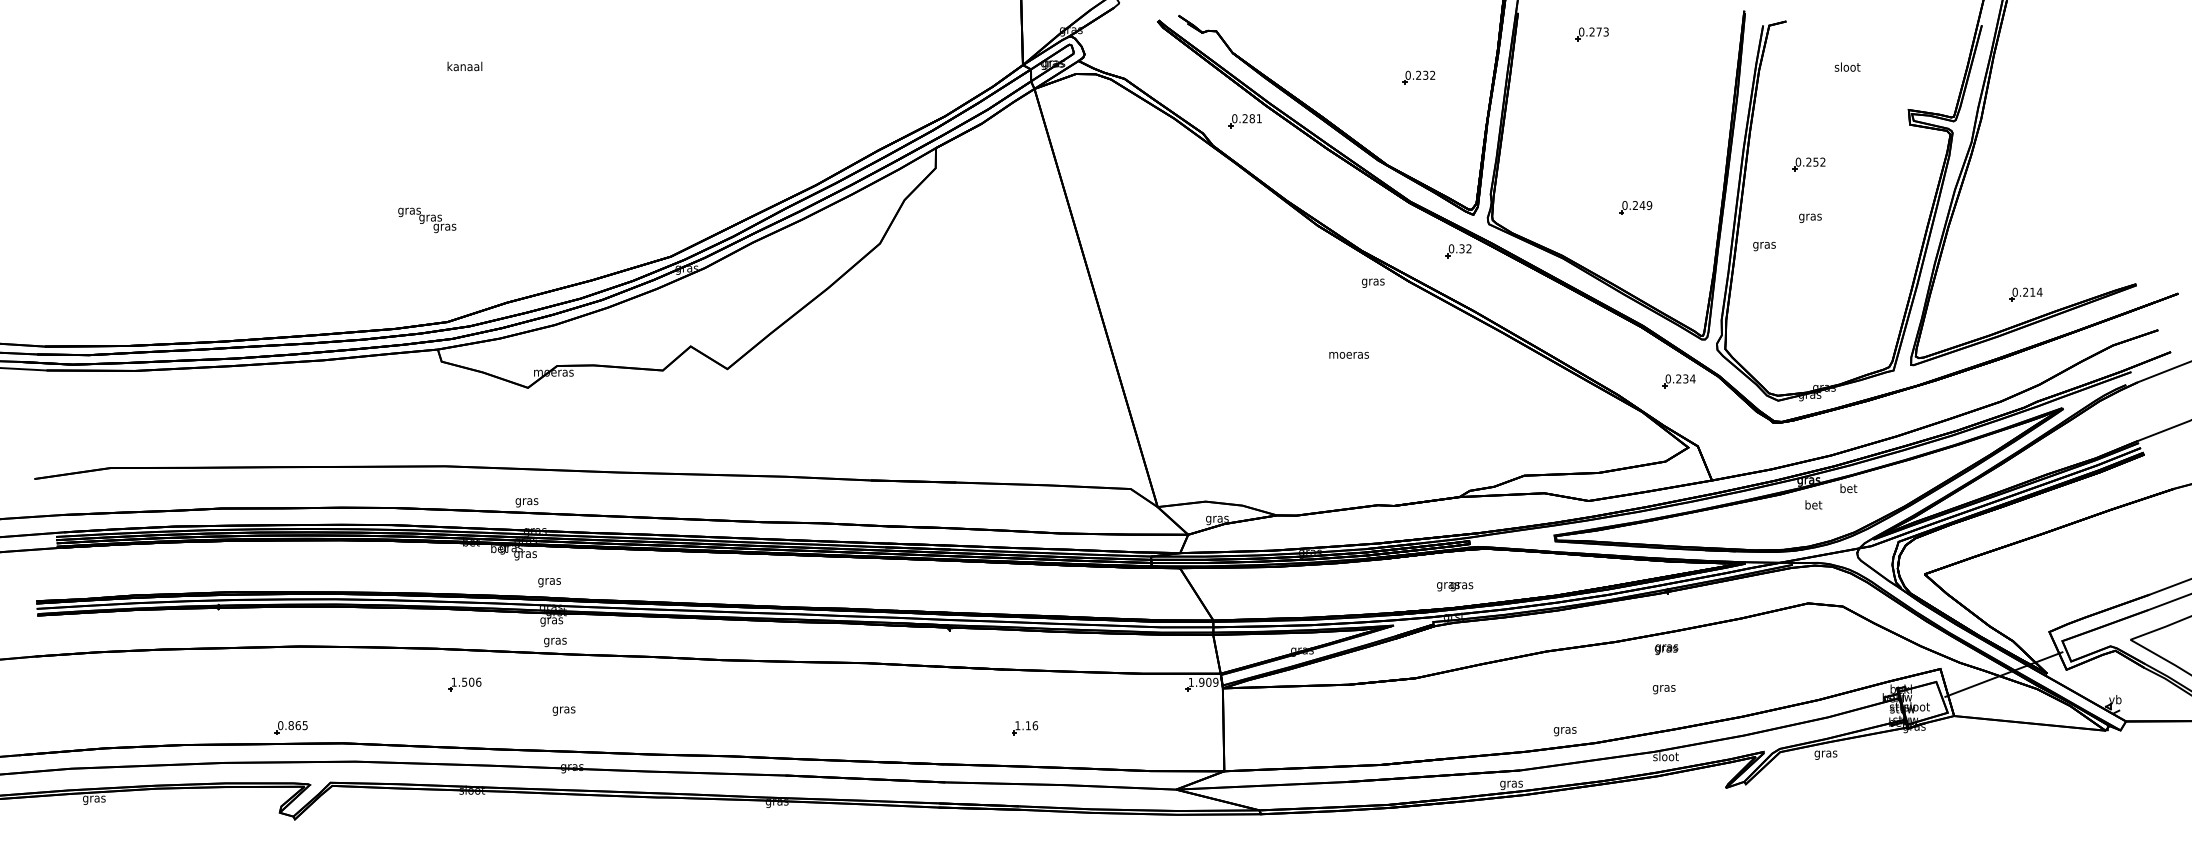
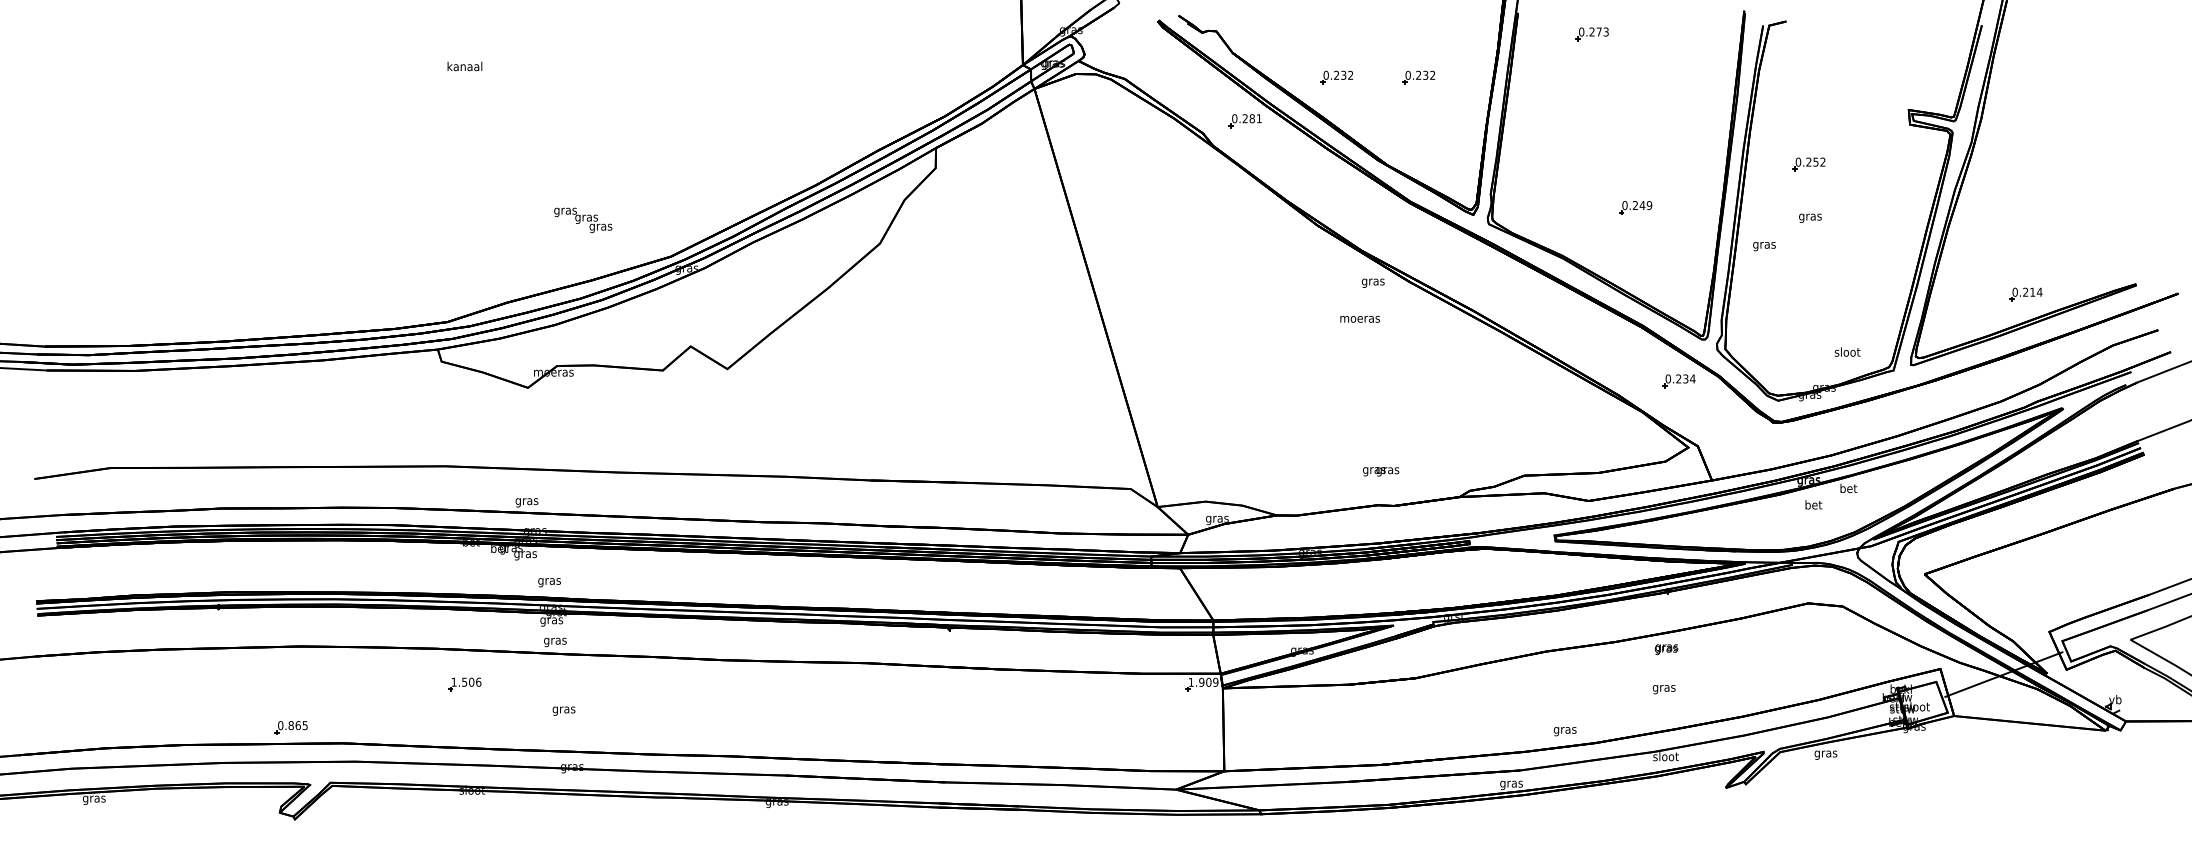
text at (1847, 66) position: (1847, 66) -> (1847, 351)
part at (1336, 77): none -> present
text at (427, 220) position: (427, 220) -> (583, 220)
part at (1458, 251): present -> none
text at (1348, 355) position: (1348, 355) -> (1359, 319)
text at (1455, 586) position: (1455, 586) -> (1381, 471)
part at (1025, 728): present -> none
